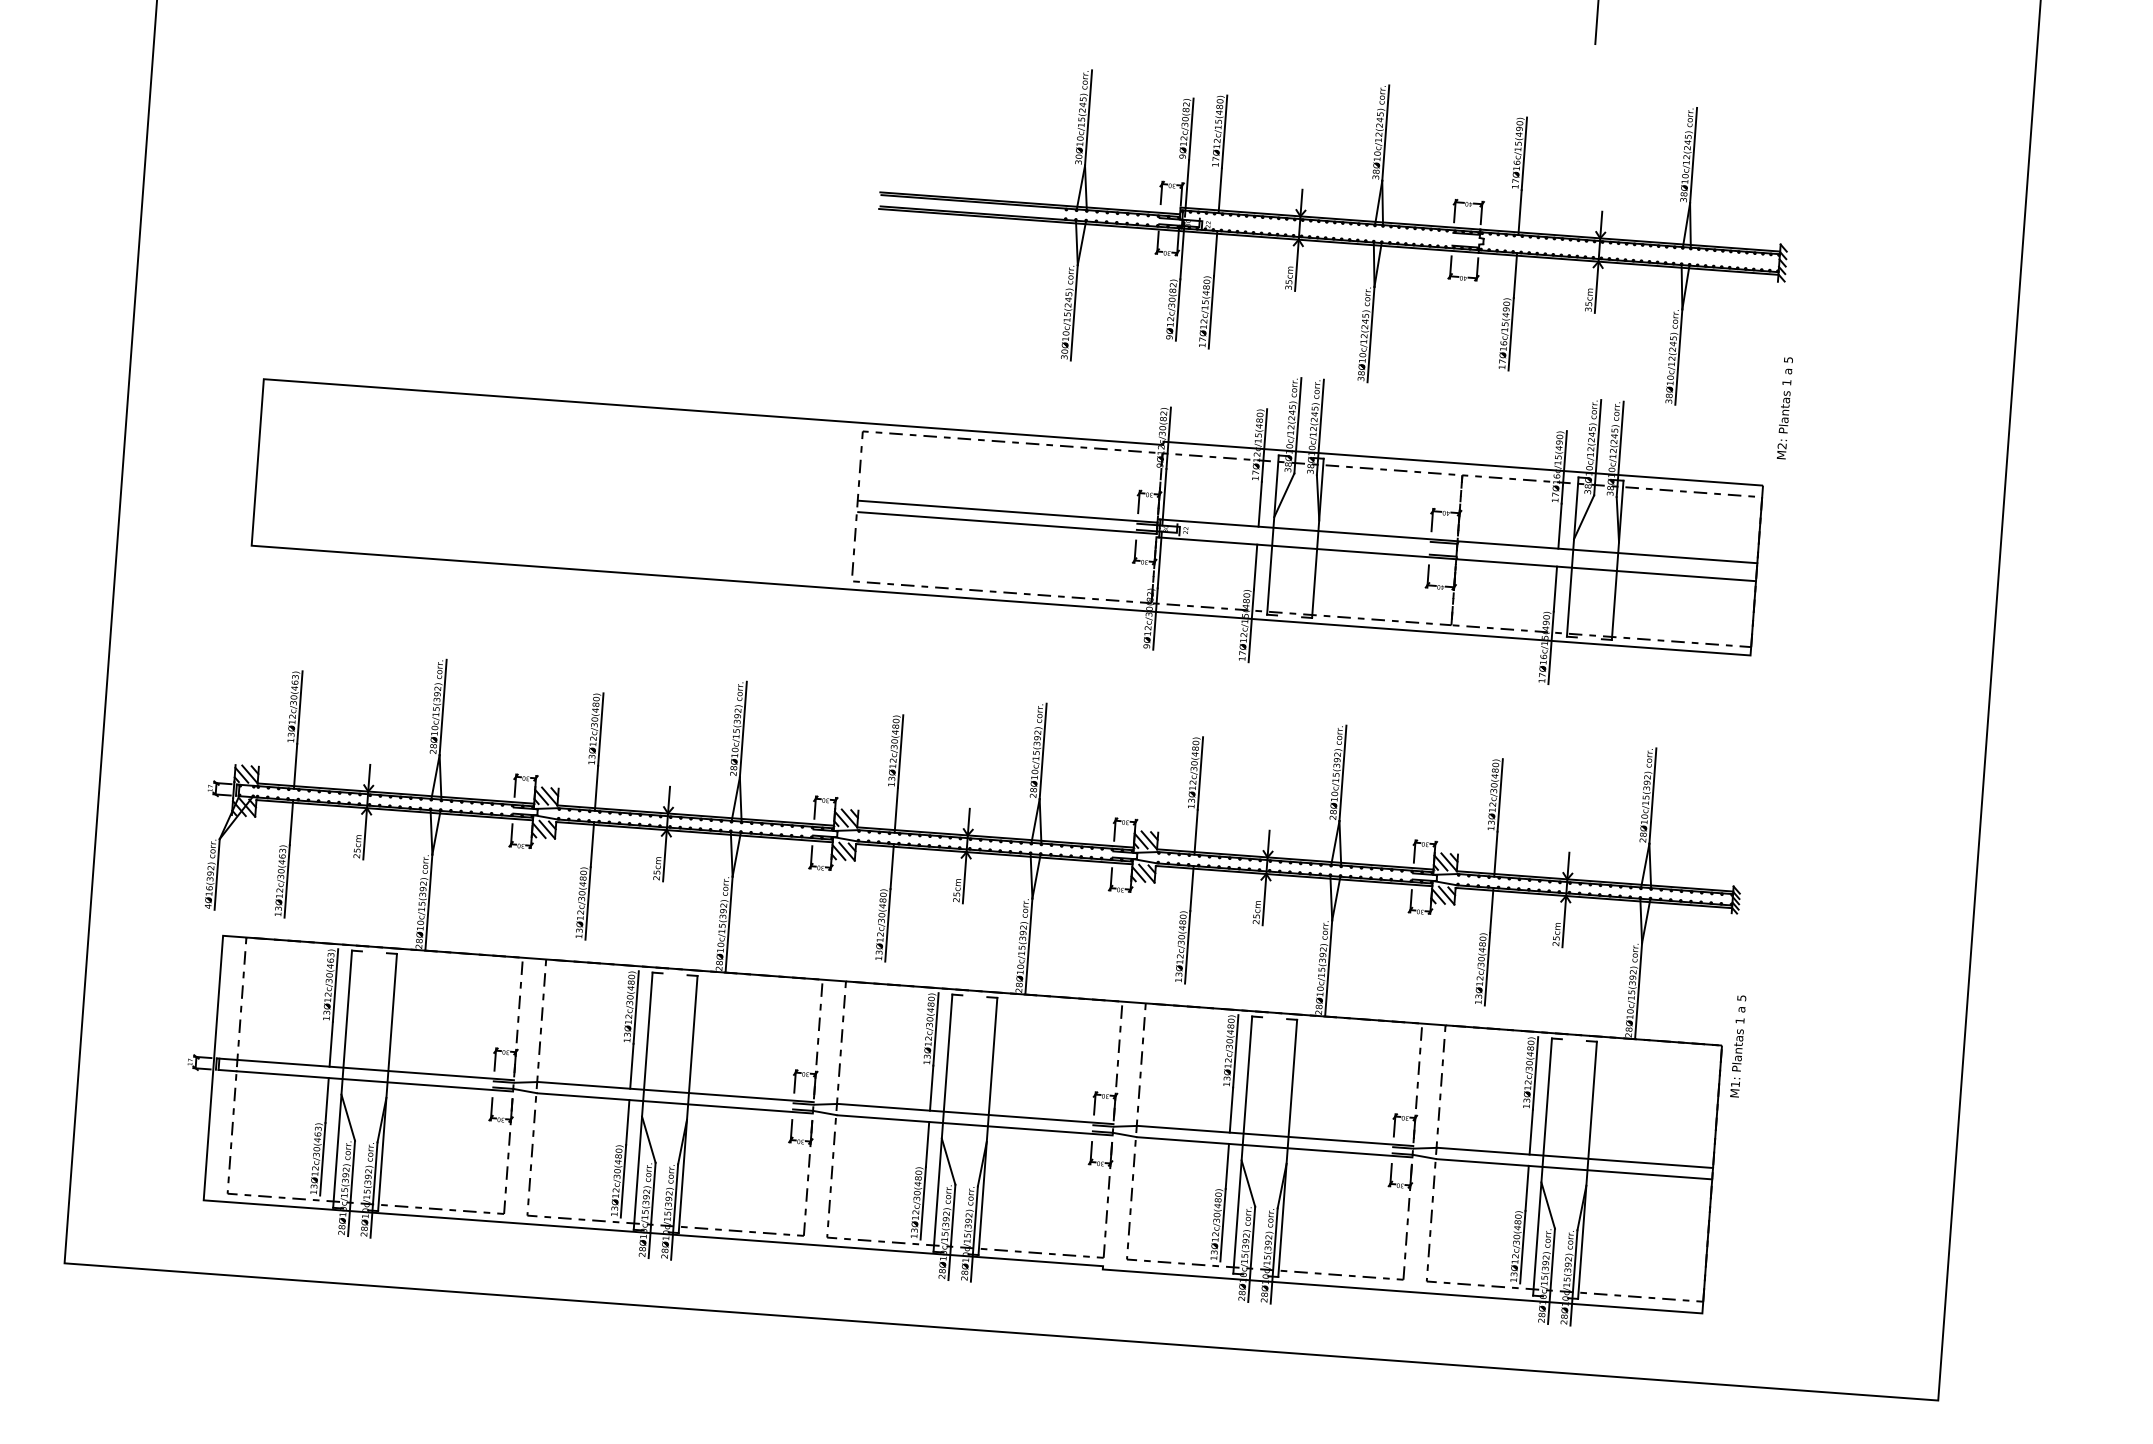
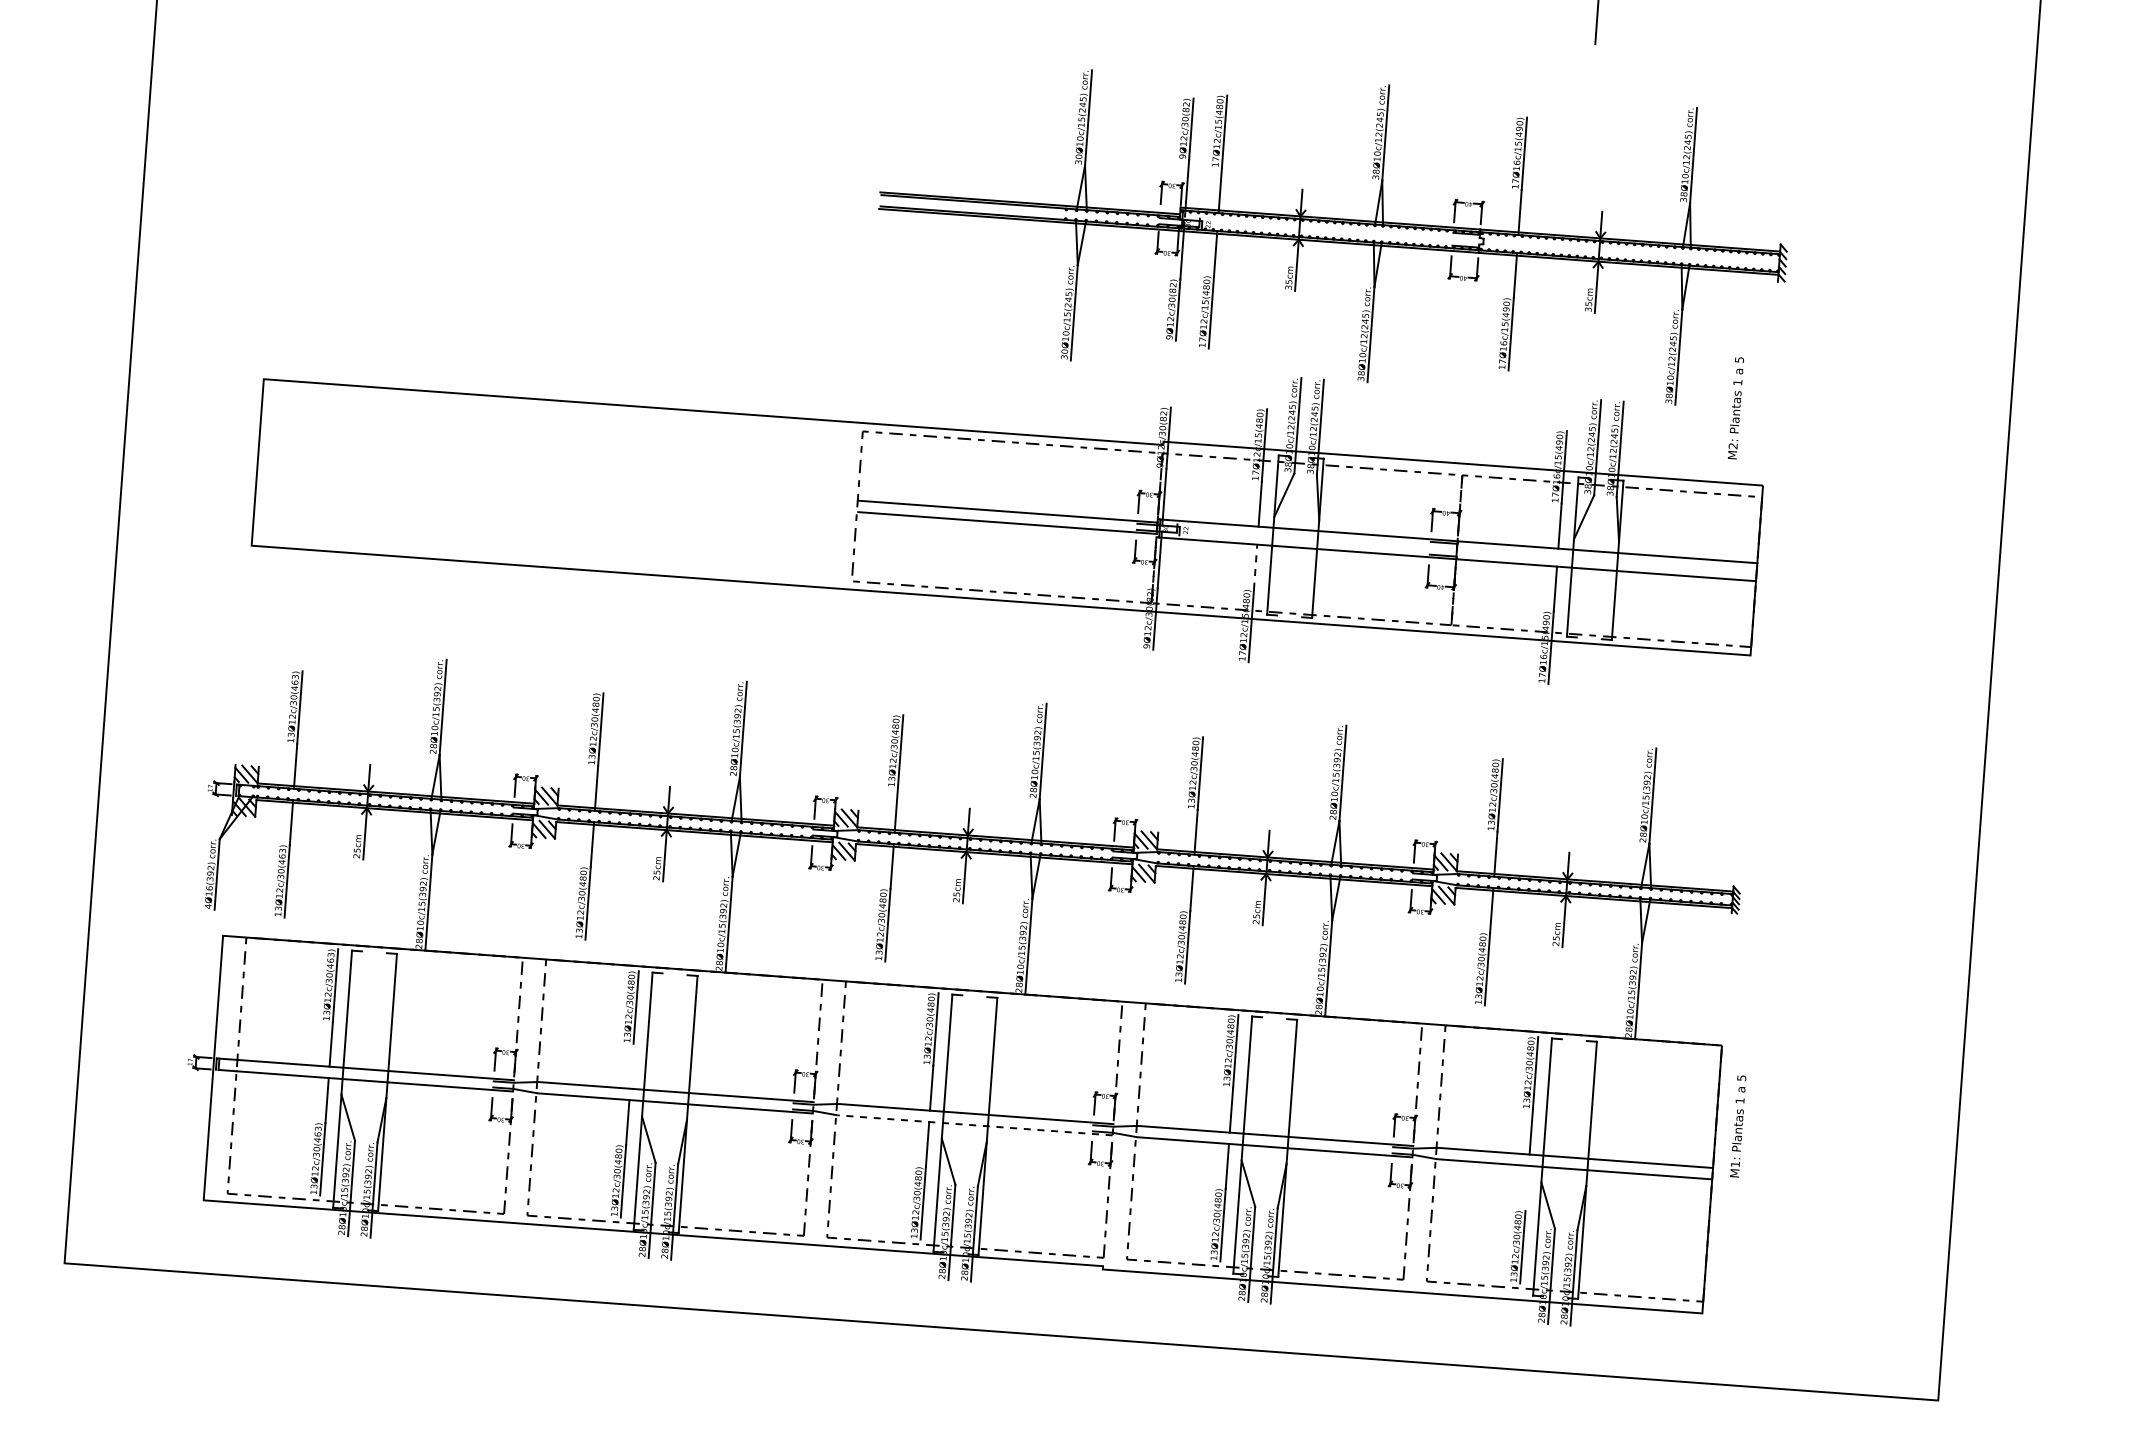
text at (1784, 408) position: (1784, 408) -> (1735, 408)
line at (1255, 567): solid -> dashed
text at (1738, 1046) position: (1738, 1046) -> (1738, 1126)
line at (631, 1065): present -> none
line at (975, 1125): solid -> dashed
line at (1526, 1187): present -> none
